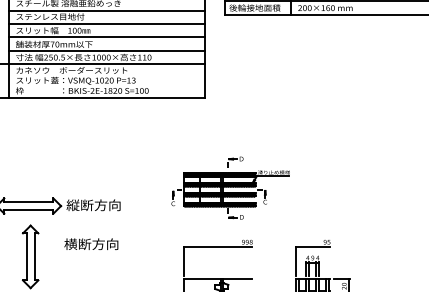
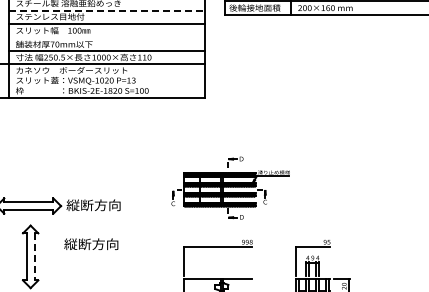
line at (106, 10): solid -> dashed
line at (106, 37): present -> none
text at (70, 243): 横断方向 -> 縦断方向
line at (34, 256): solid -> dashed
